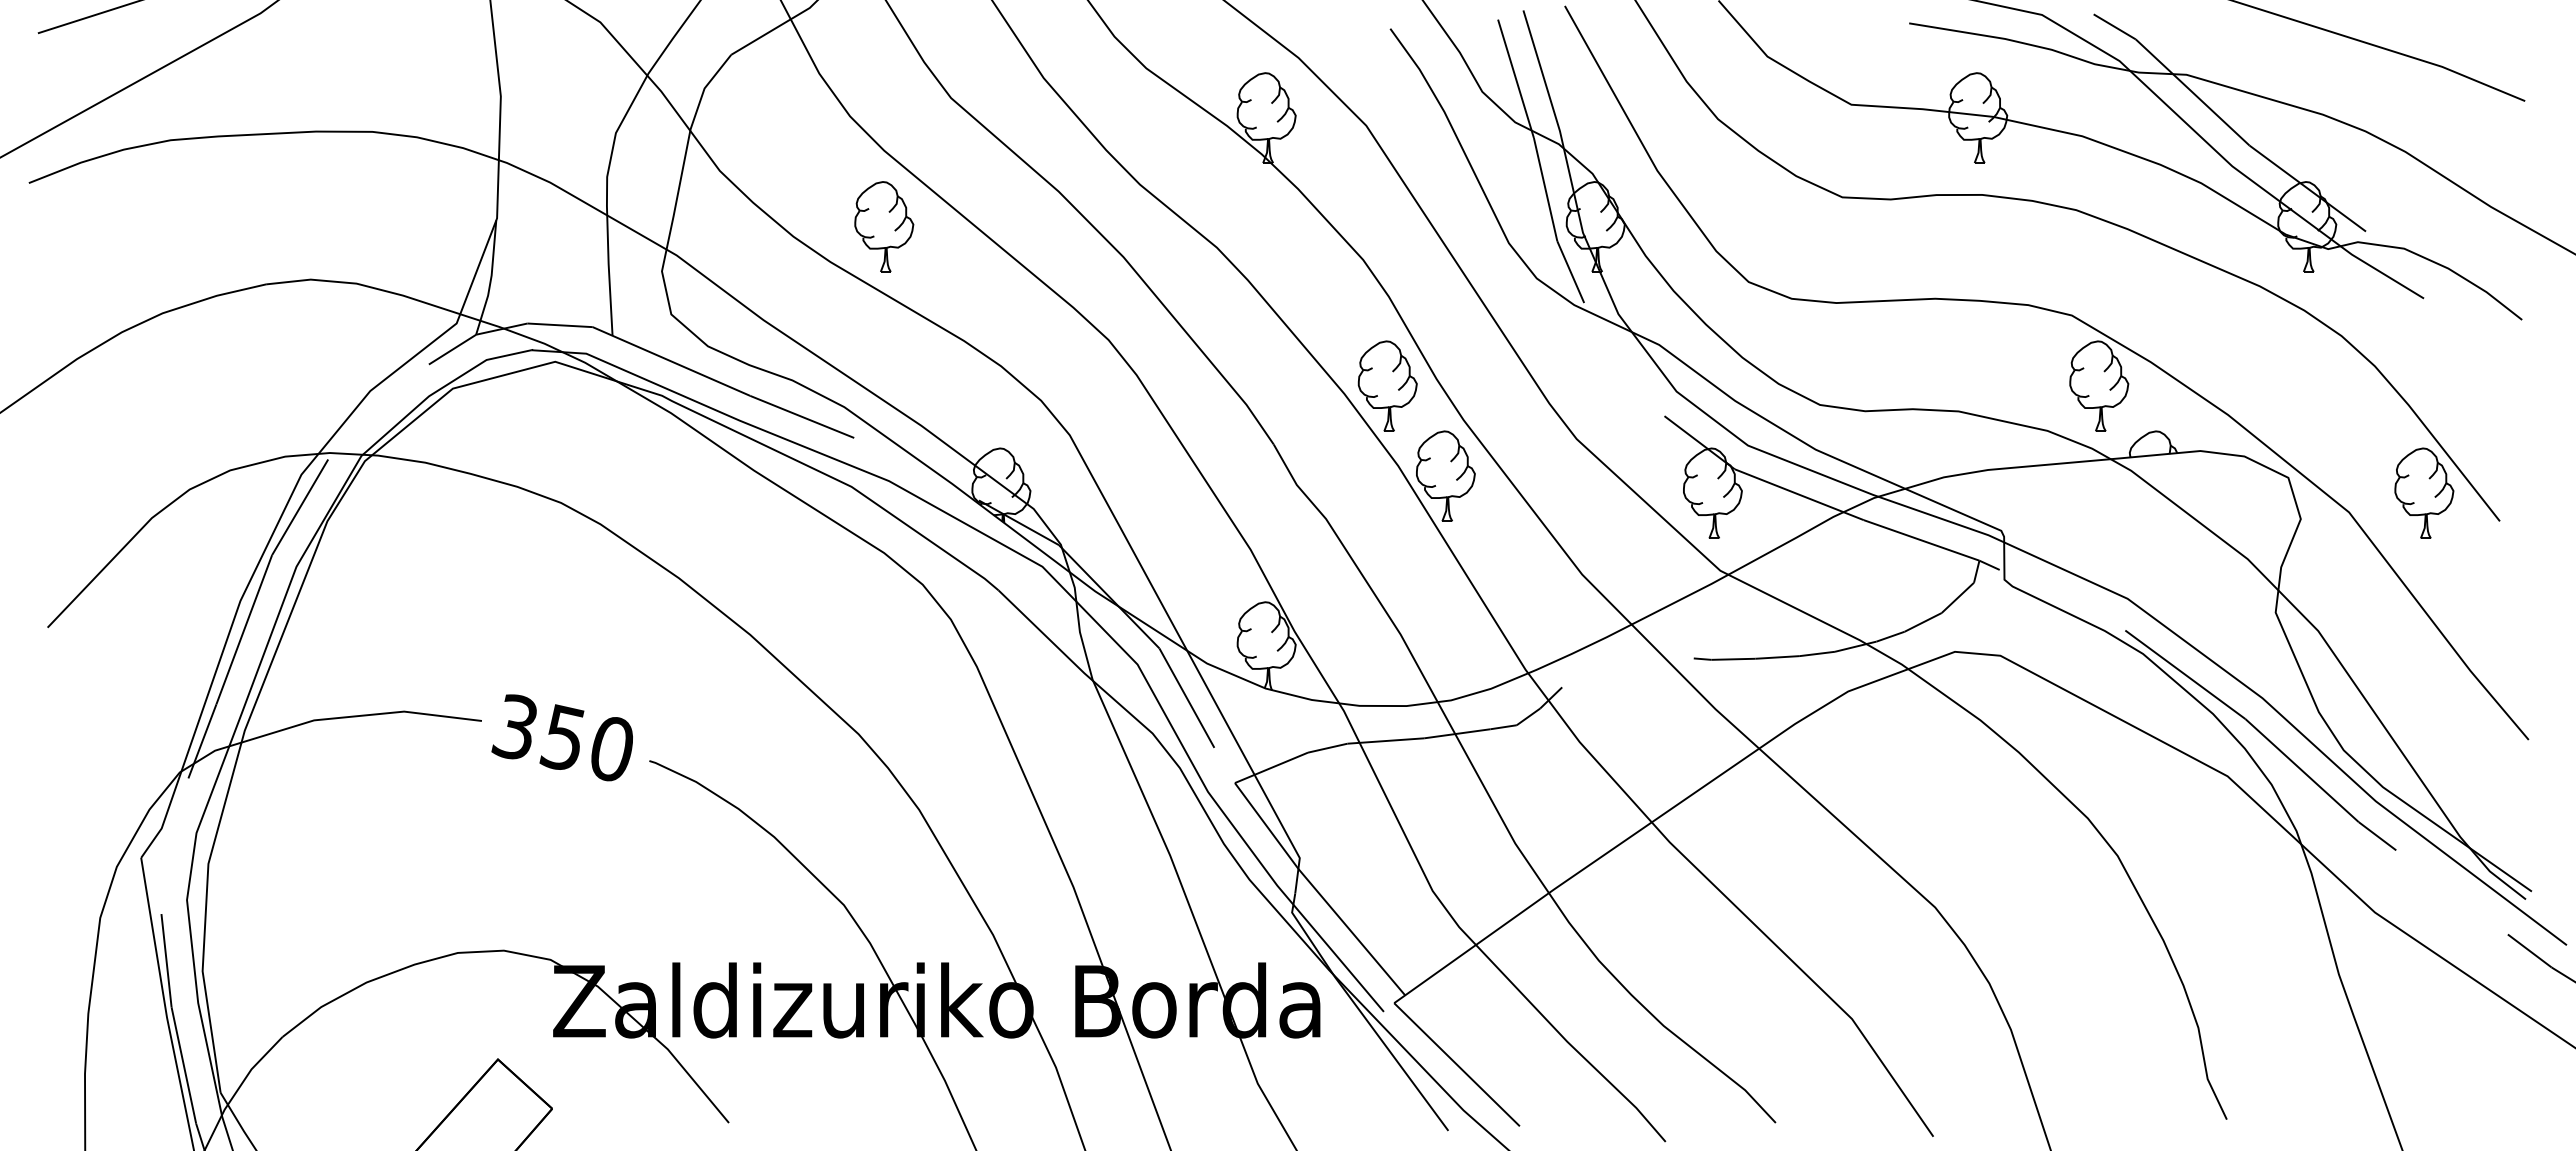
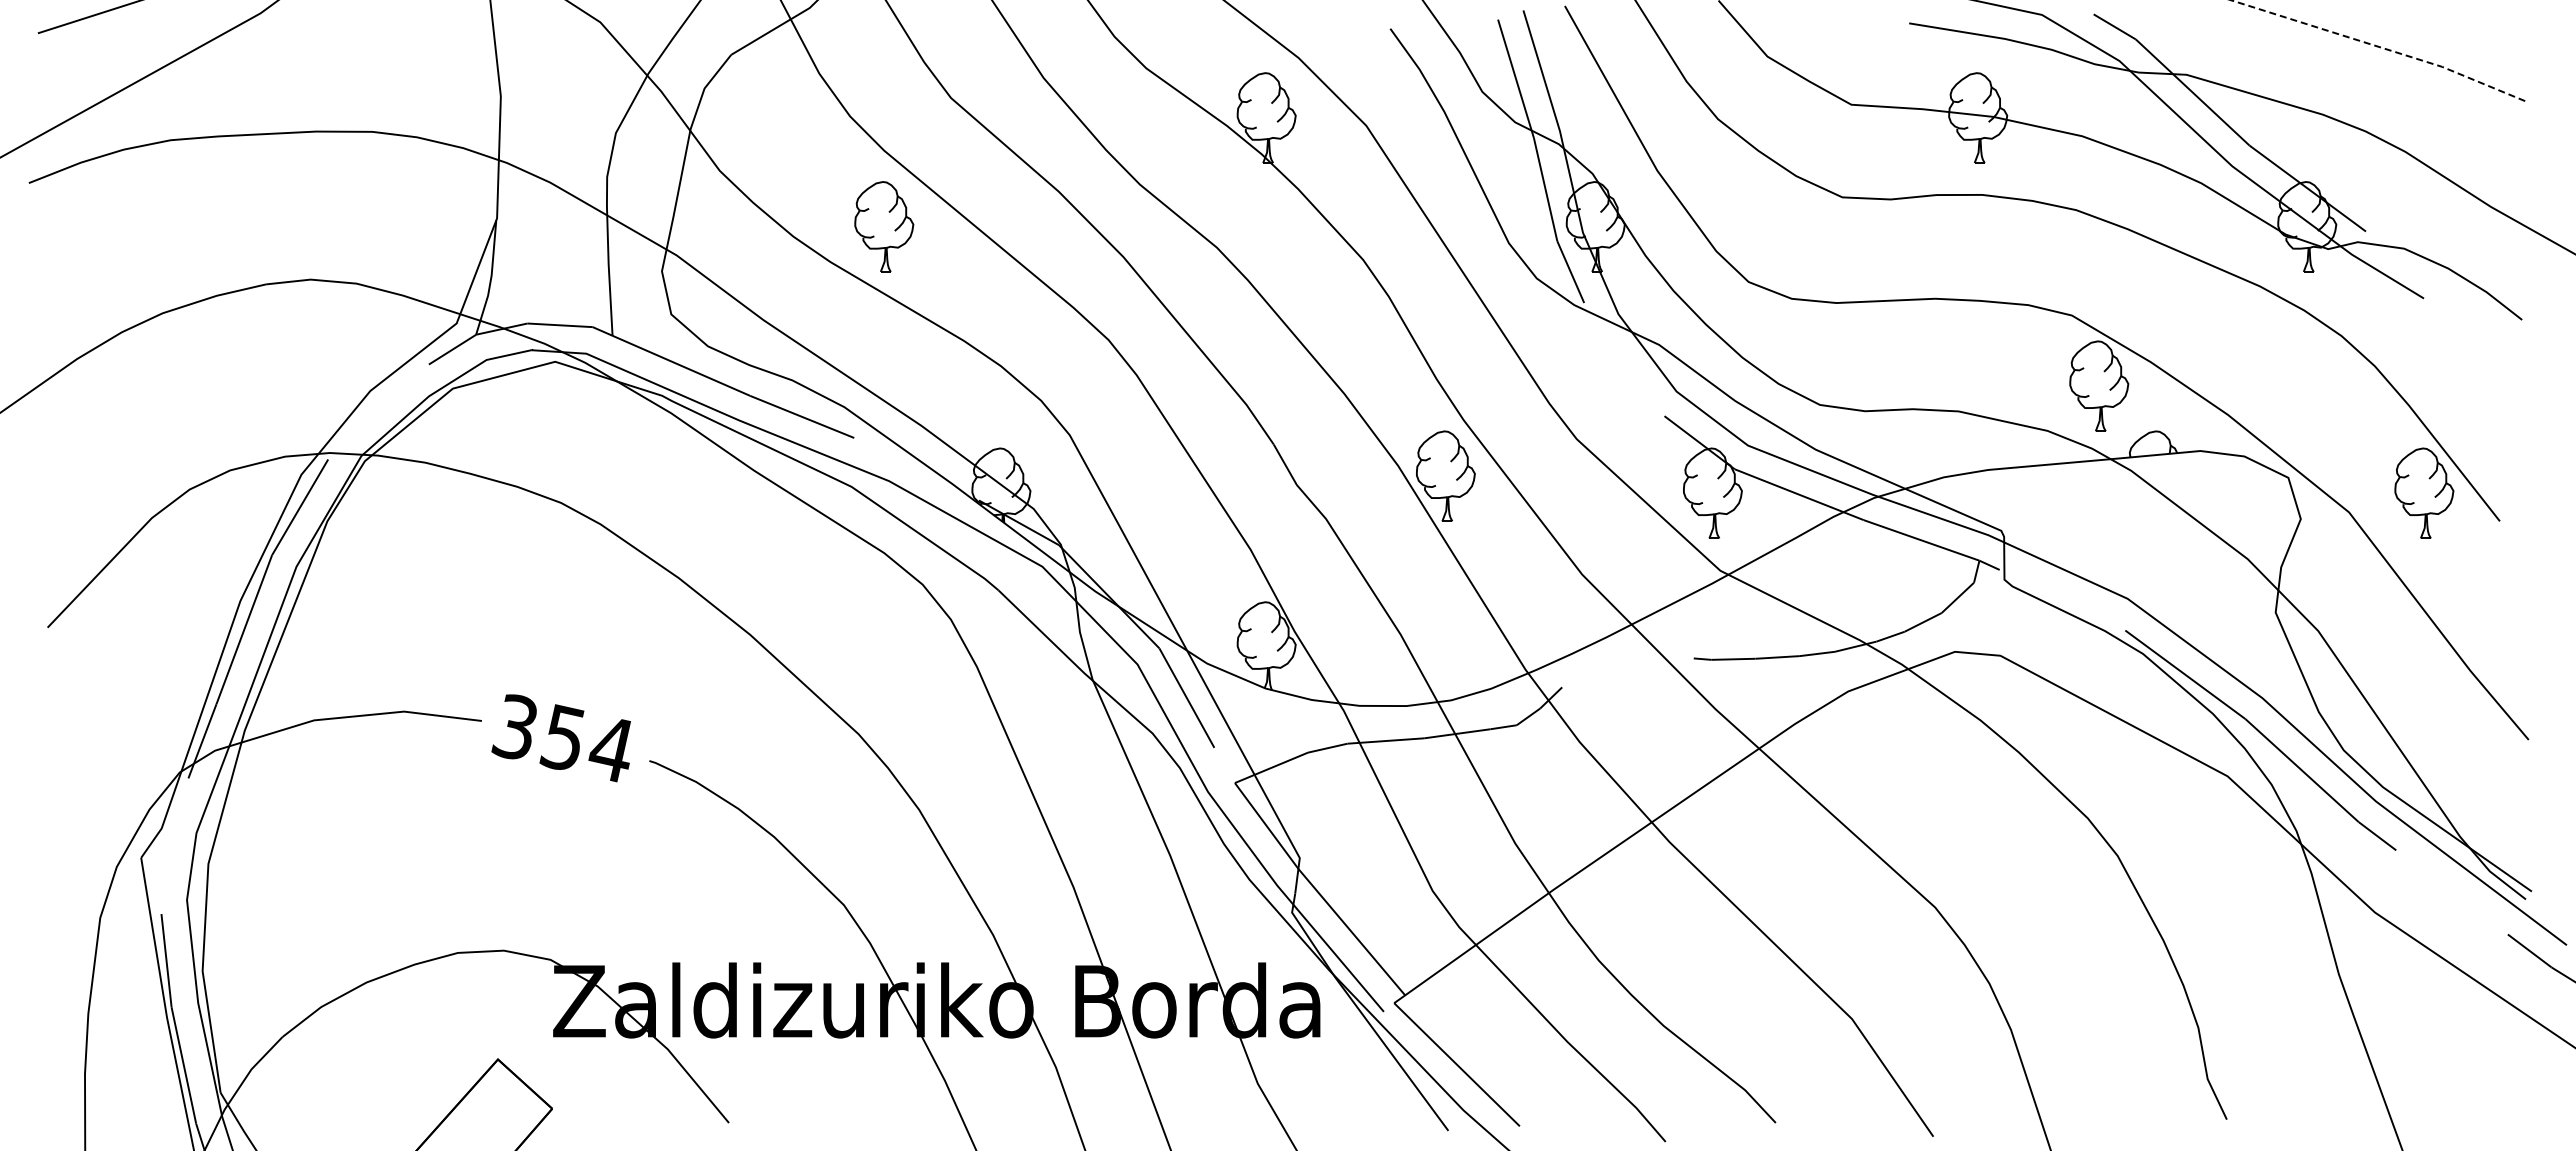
line at (2379, 47): solid -> dashed
part at (1387, 385): present -> none
text at (610, 749): 350 -> 354
